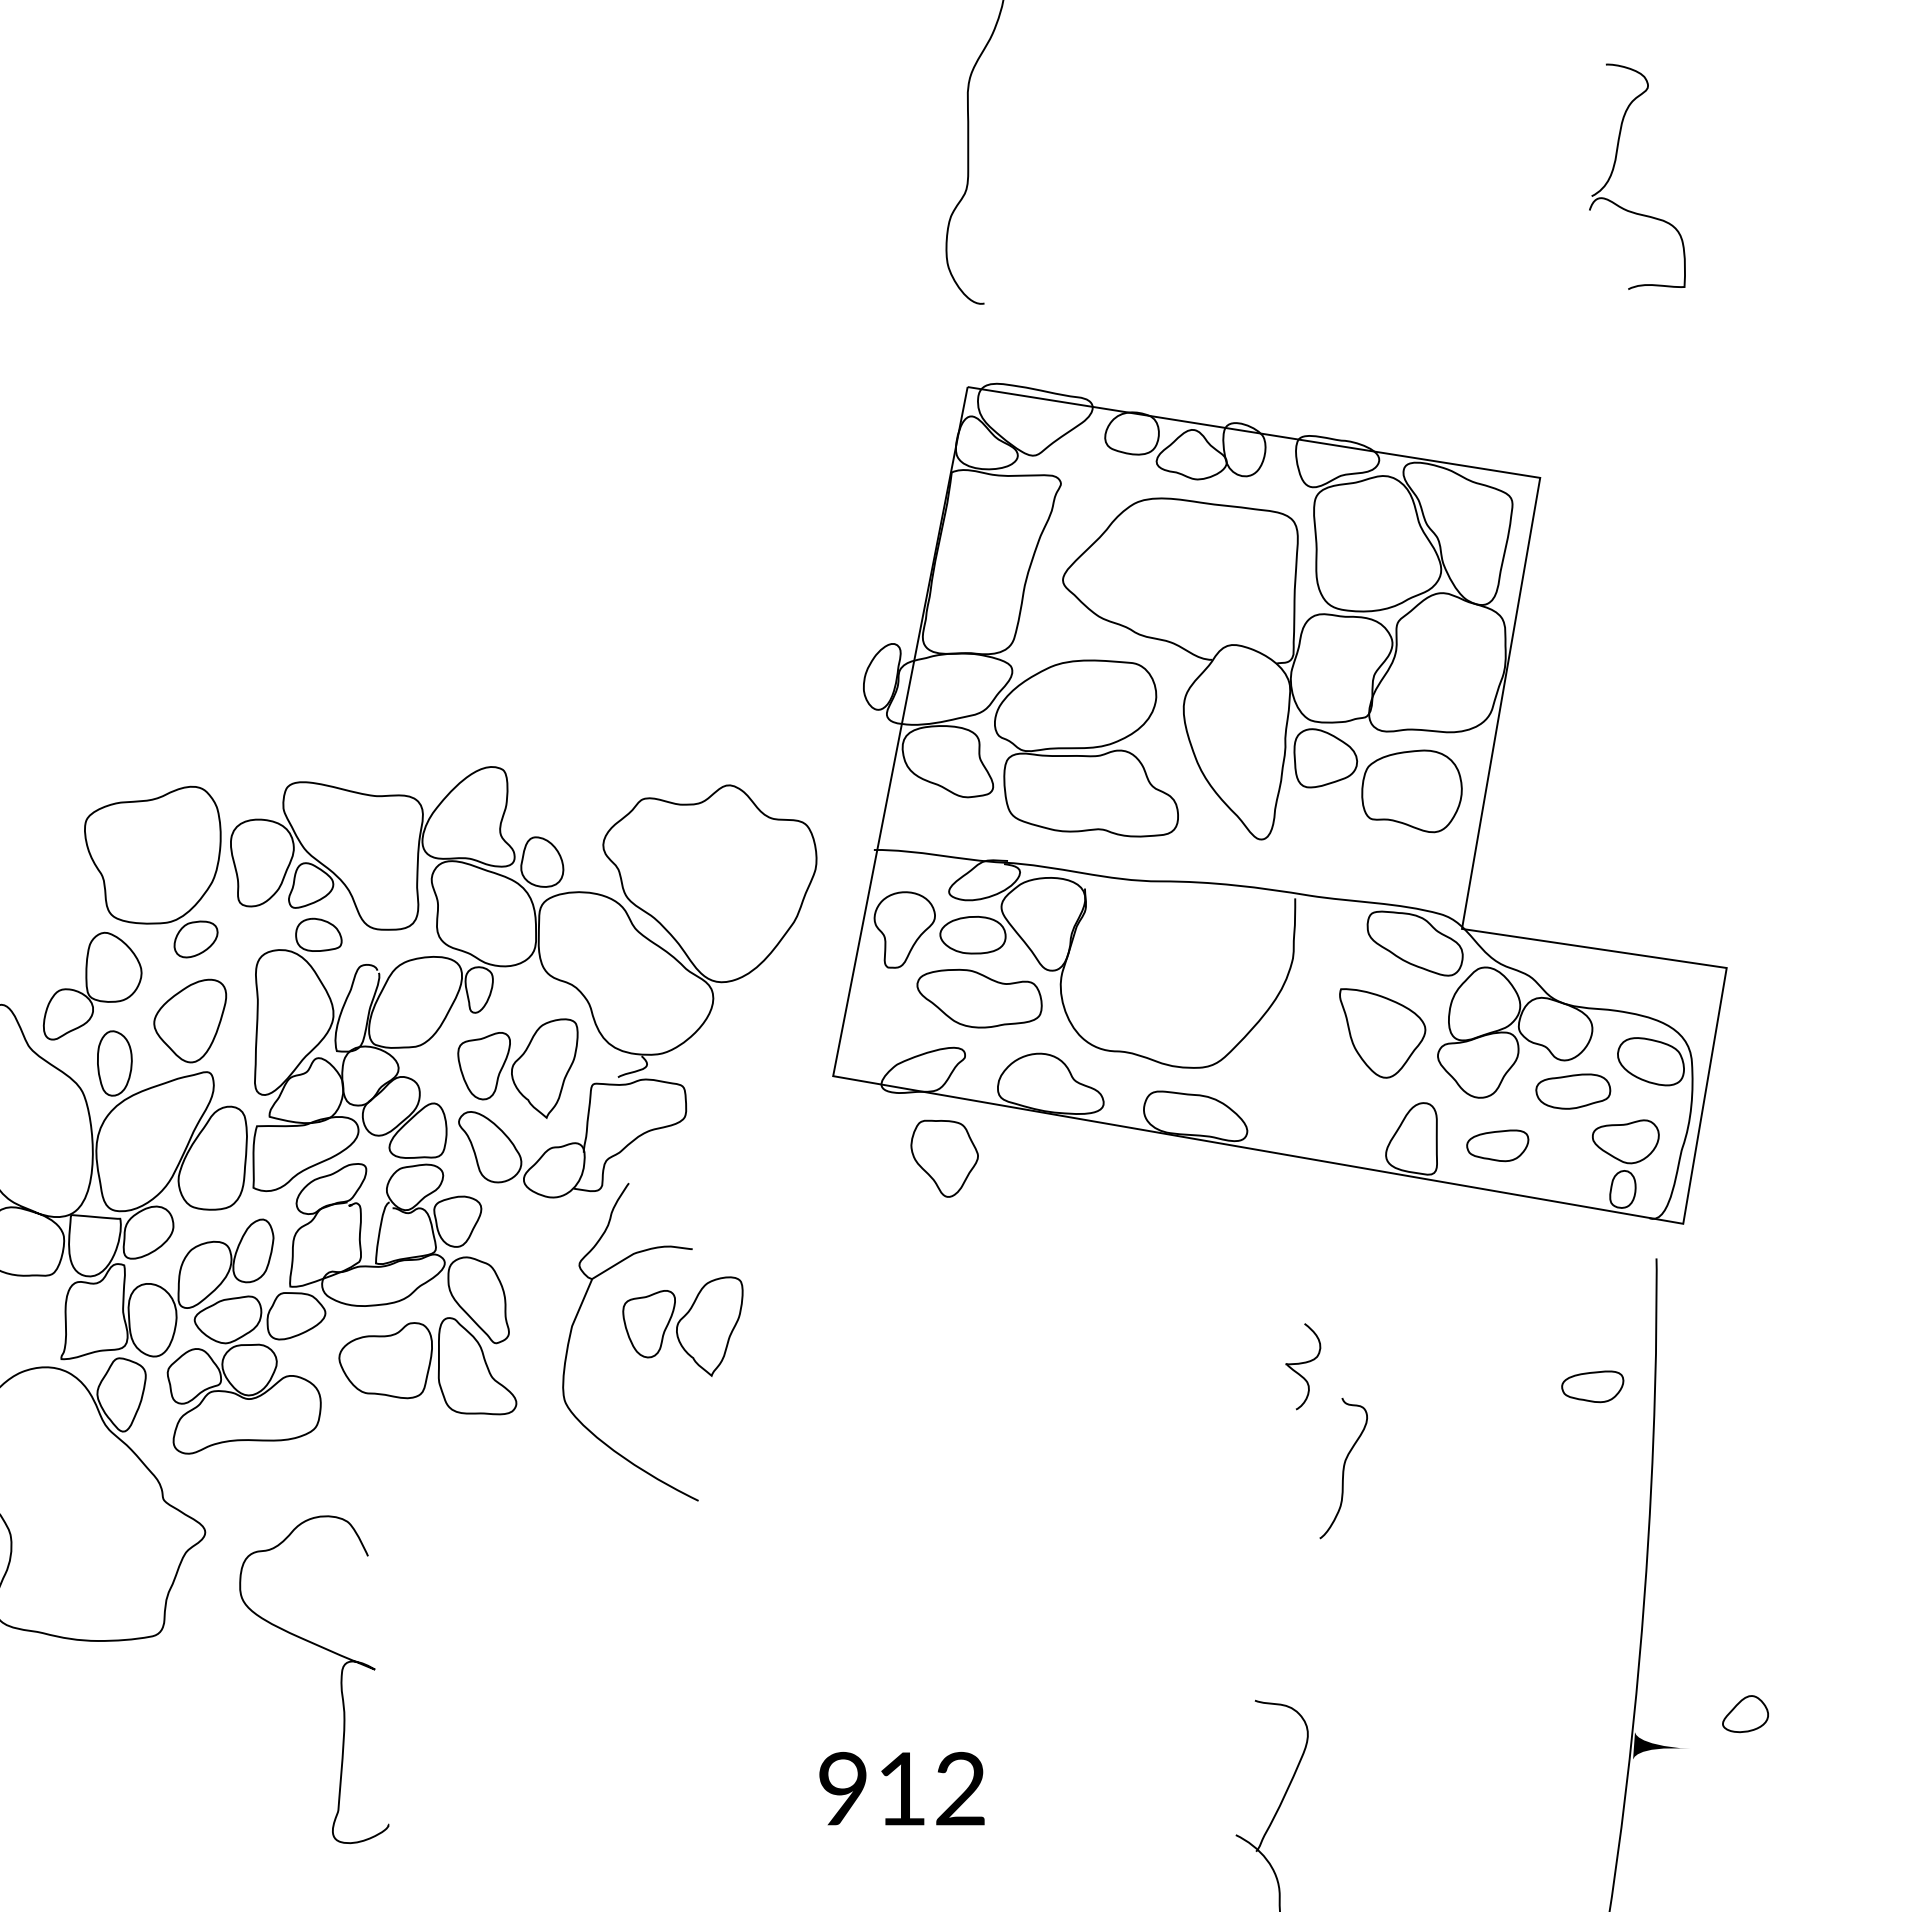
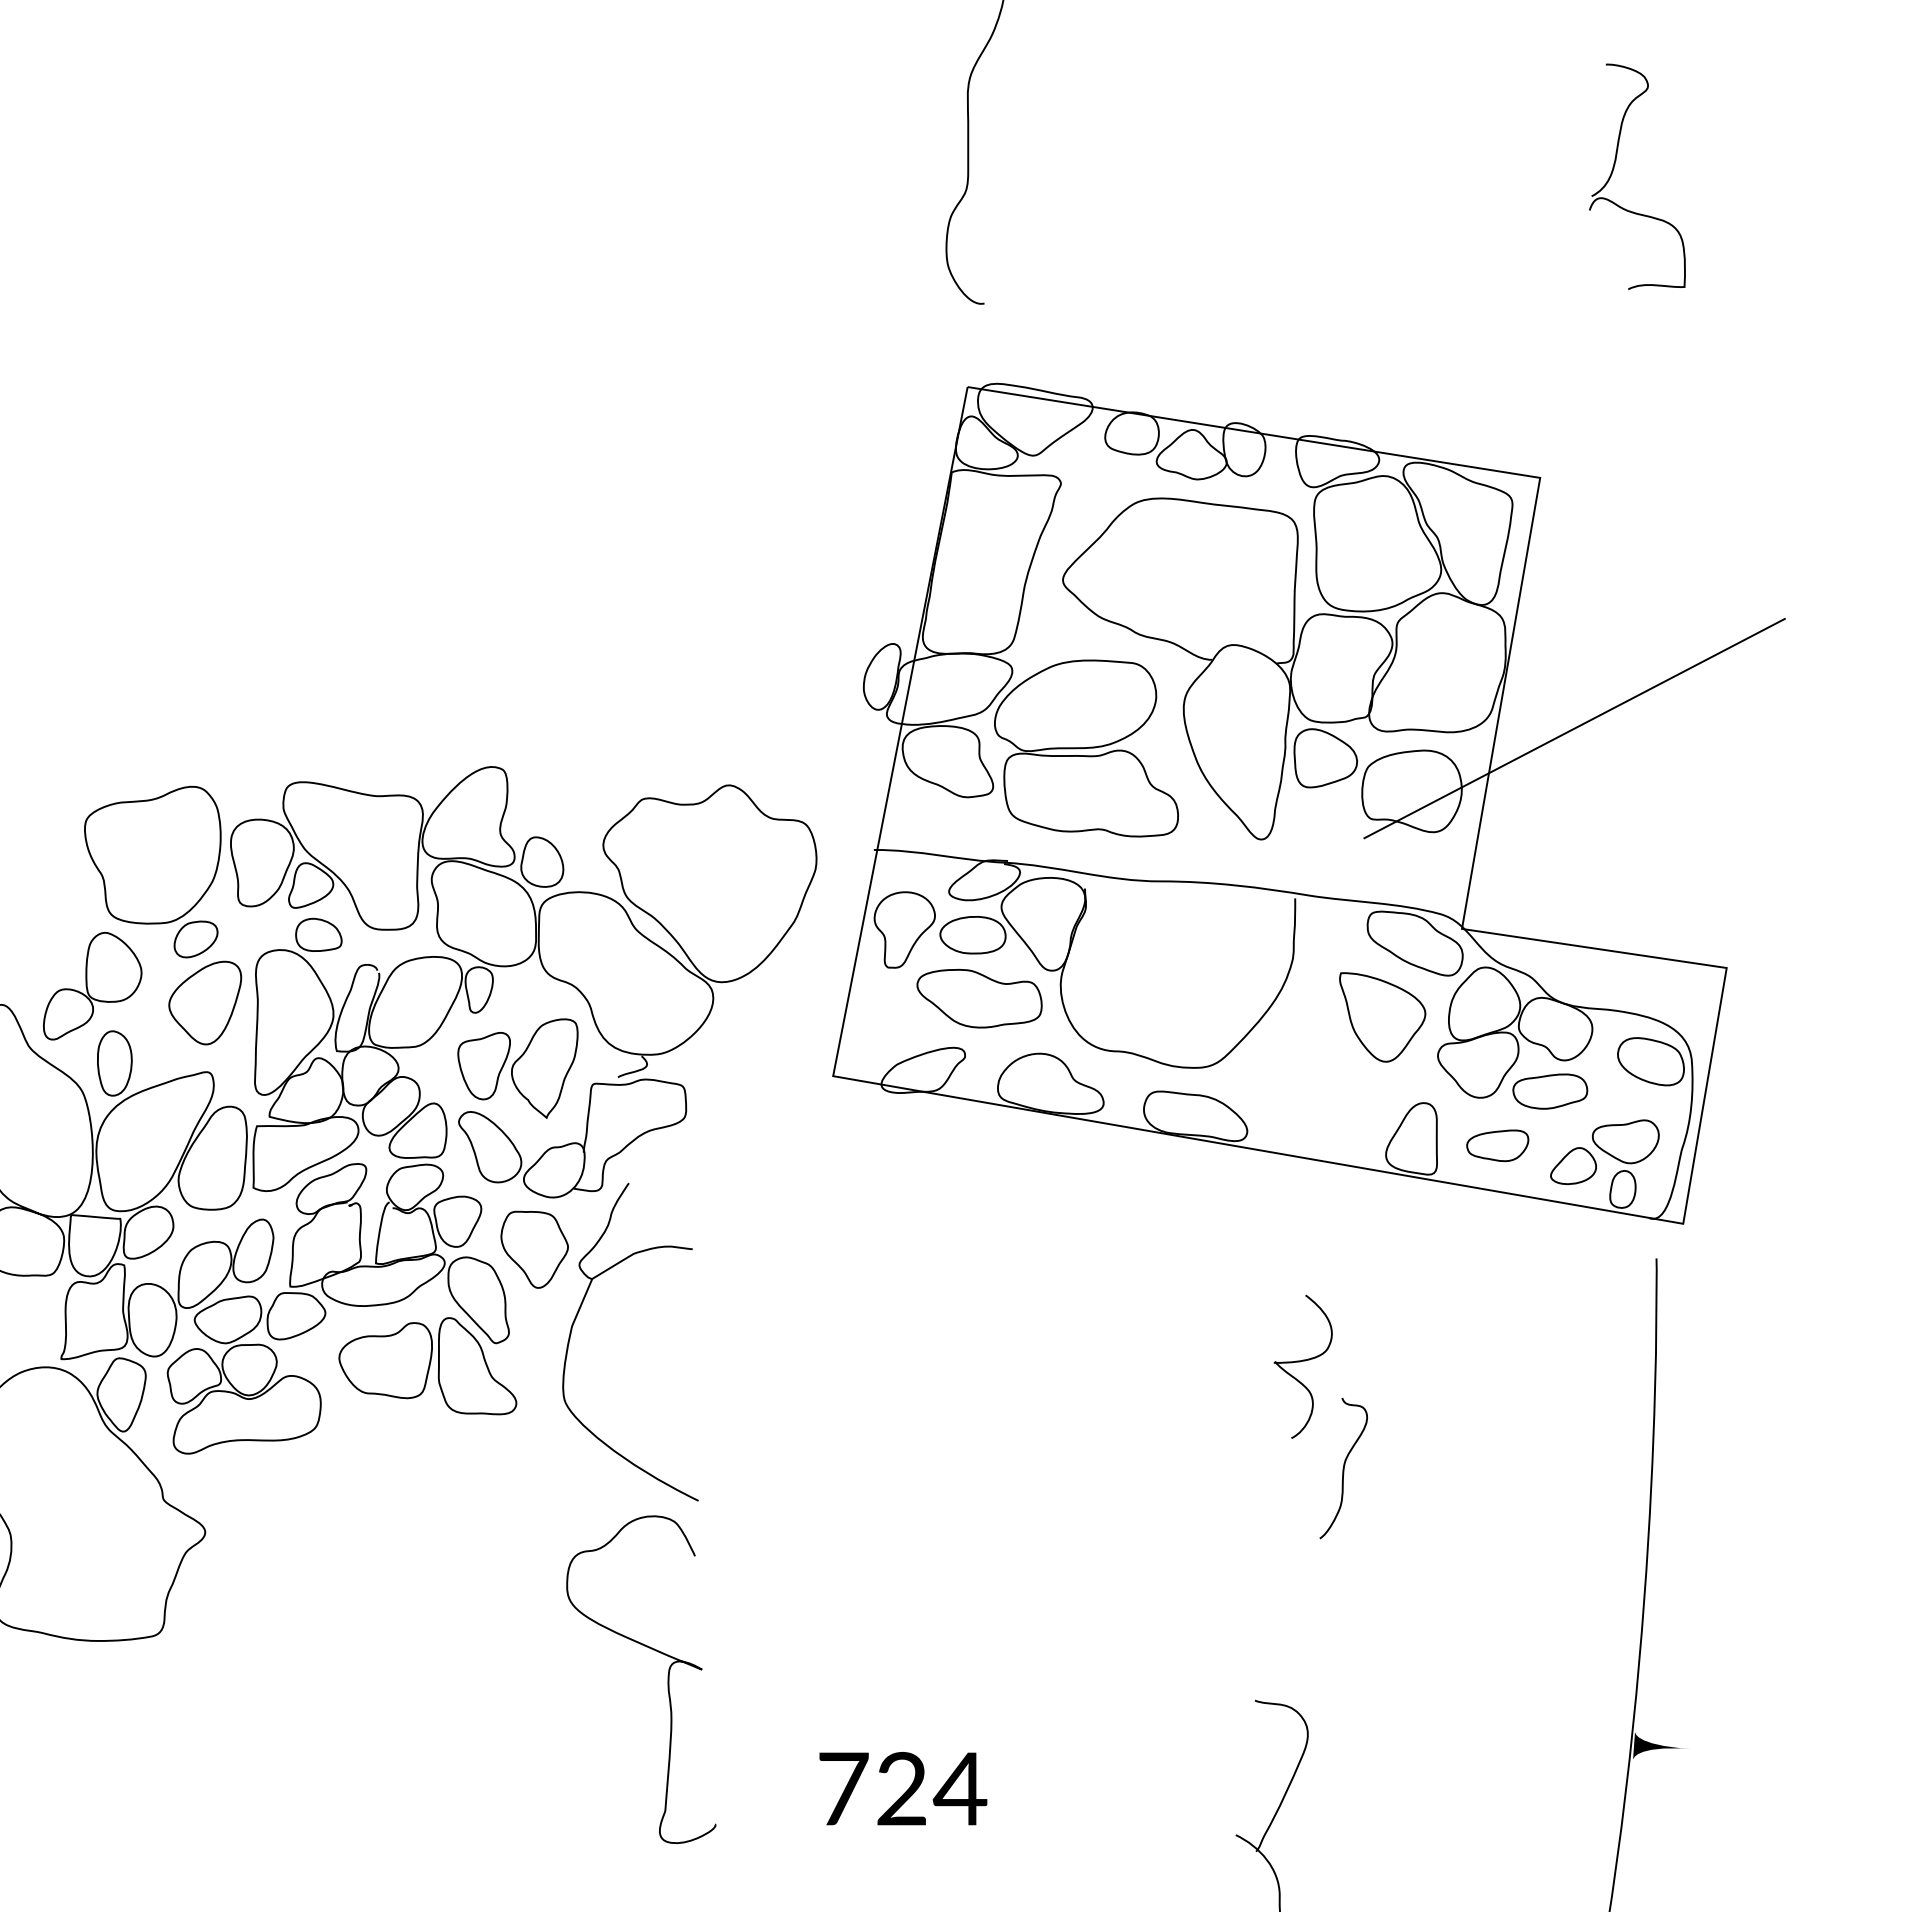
line at (1574, 728): none -> present
part at (190, 1020) position: (190, 1020) -> (205, 1002)
part at (1382, 1033) position: (1382, 1033) -> (1382, 1017)
part at (1573, 1091) position: (1573, 1091) -> (1550, 1091)
part at (944, 1158) position: (944, 1158) -> (534, 1249)
part at (682, 1326): present -> none
part at (1303, 1366) size: 37x88 px -> 60x145 px
part at (1592, 1386): present -> none
curve at (340, 1679) position: (340, 1679) -> (667, 1679)
part at (1745, 1714) position: (1745, 1714) -> (1573, 1166)
text at (903, 1788): 912 -> 724
